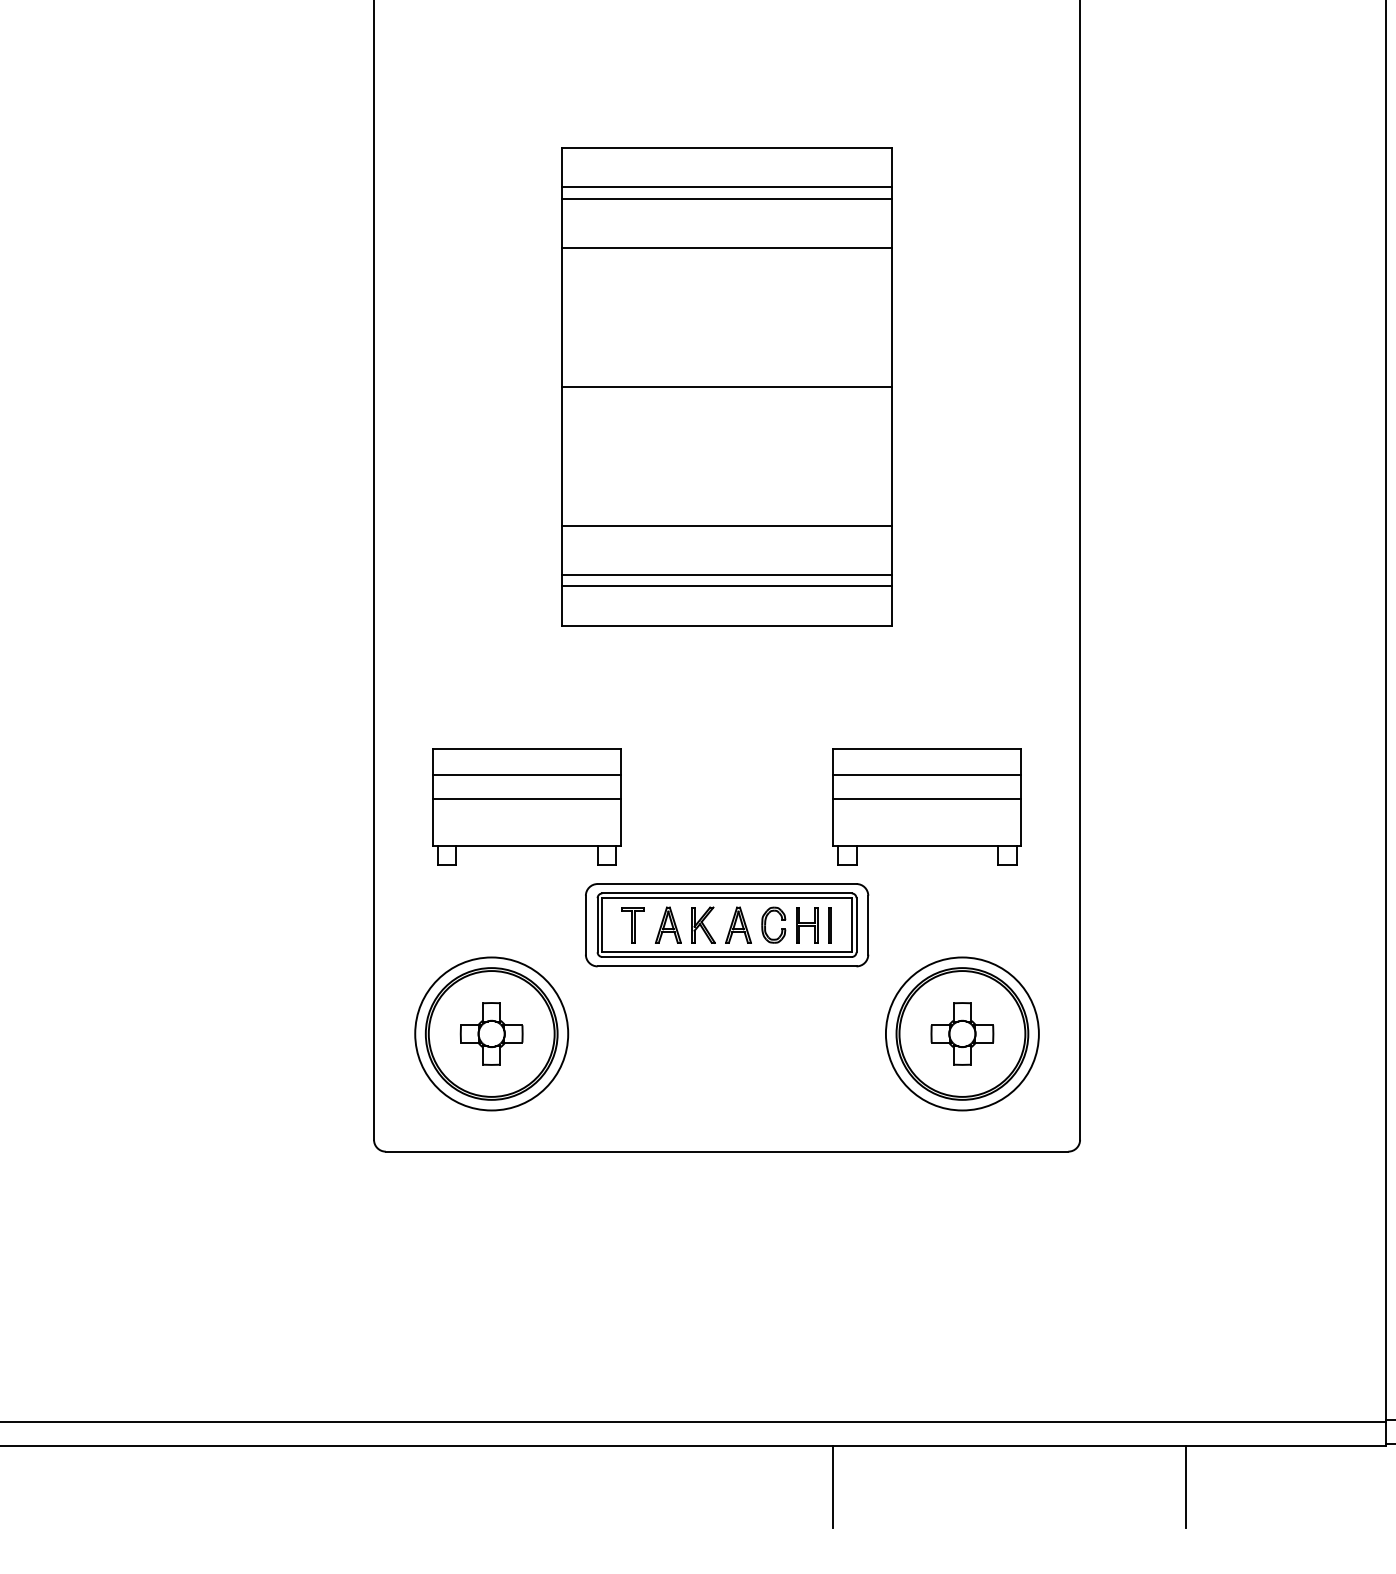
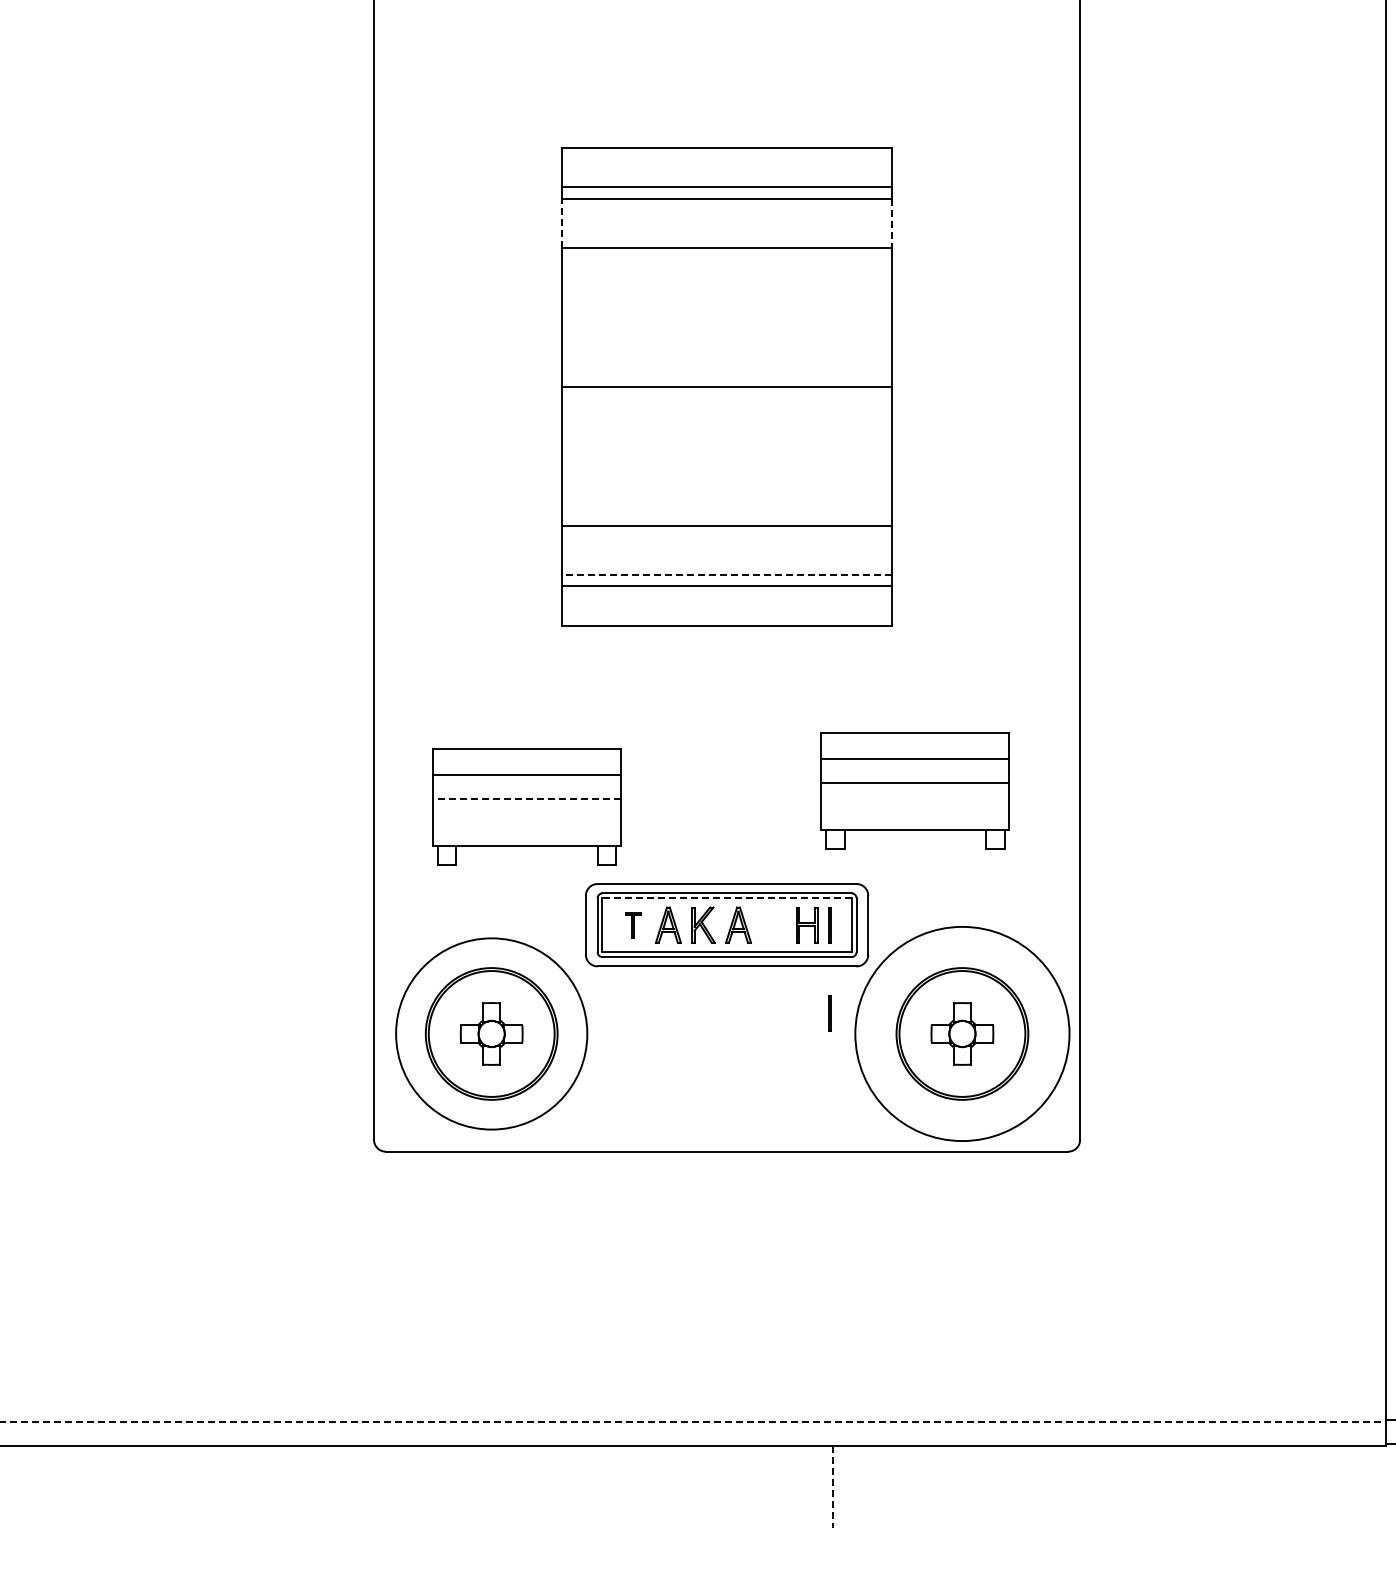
line at (562, 223): solid -> dashed
line at (891, 223): solid -> dashed
line at (727, 574): solid -> dashed
line at (526, 798): solid -> dashed
part at (926, 806) position: (926, 806) -> (914, 790)
line at (727, 898): solid -> dashed
part at (766, 923): present -> none
part at (632, 925) size: 24x37 px -> 17x27 px
line at (829, 1013): none -> present
circle at (491, 1033) diameter: 153 px -> 191 px
circle at (961, 1033) diameter: 153 px -> 214 px
line at (693, 1422): solid -> dashed
line at (1186, 1486): present -> none
line at (832, 1487): solid -> dashed
